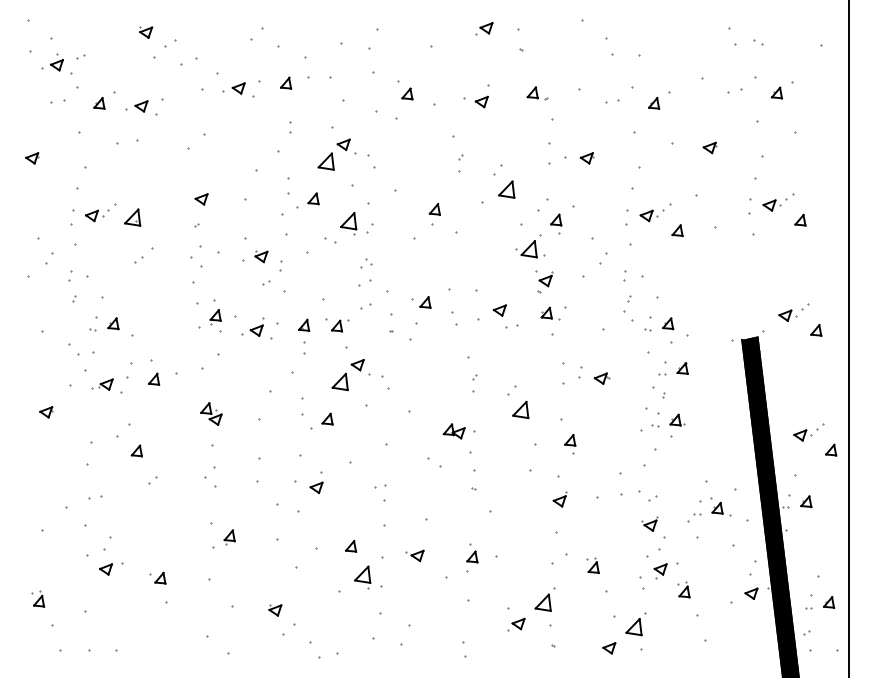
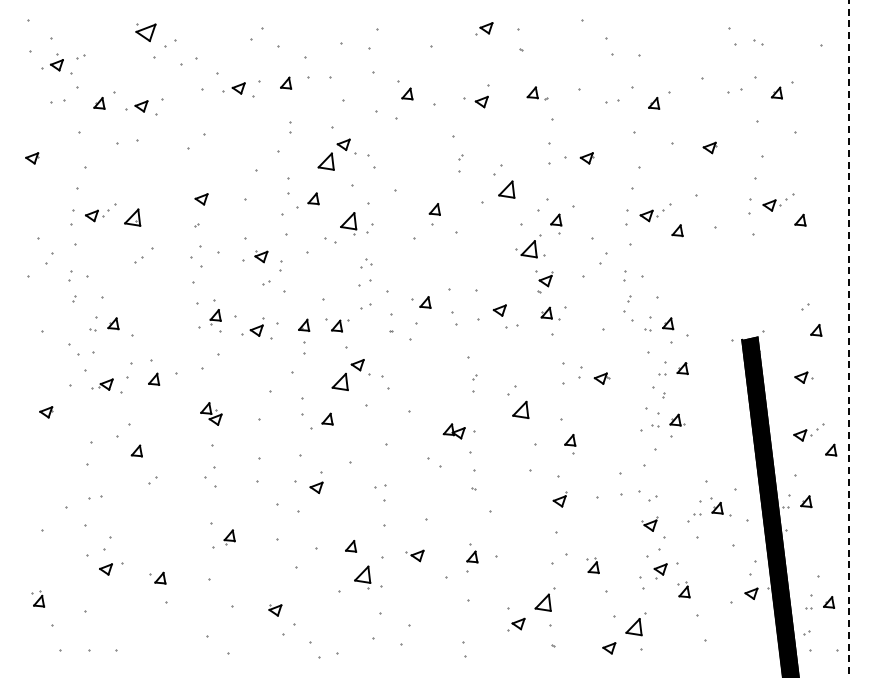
part at (146, 32) size: 15x13 px -> 22x20 px
part at (787, 315) position: (787, 315) -> (803, 377)
line at (848, 339): solid -> dashed
